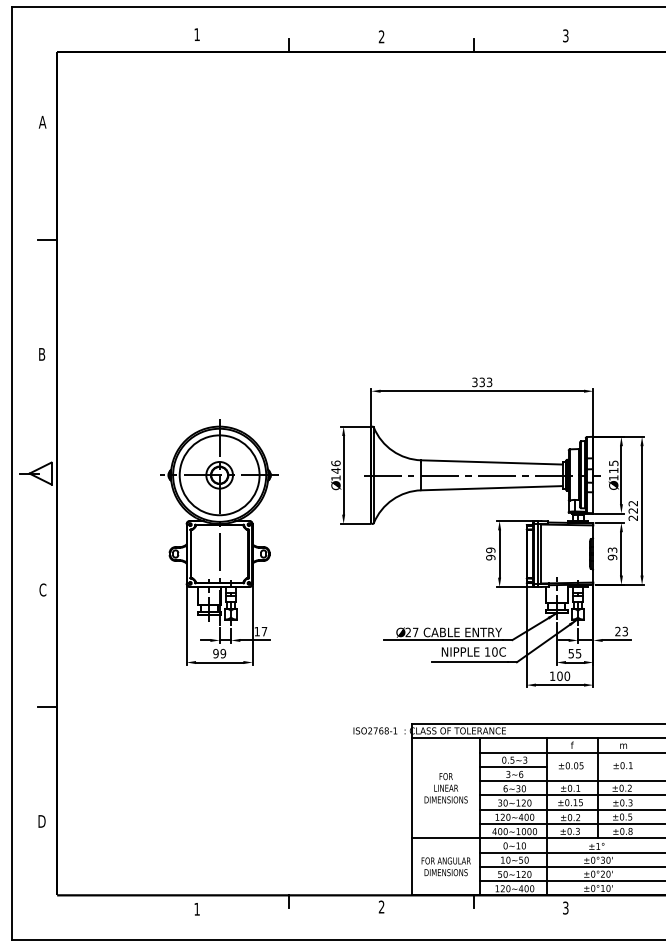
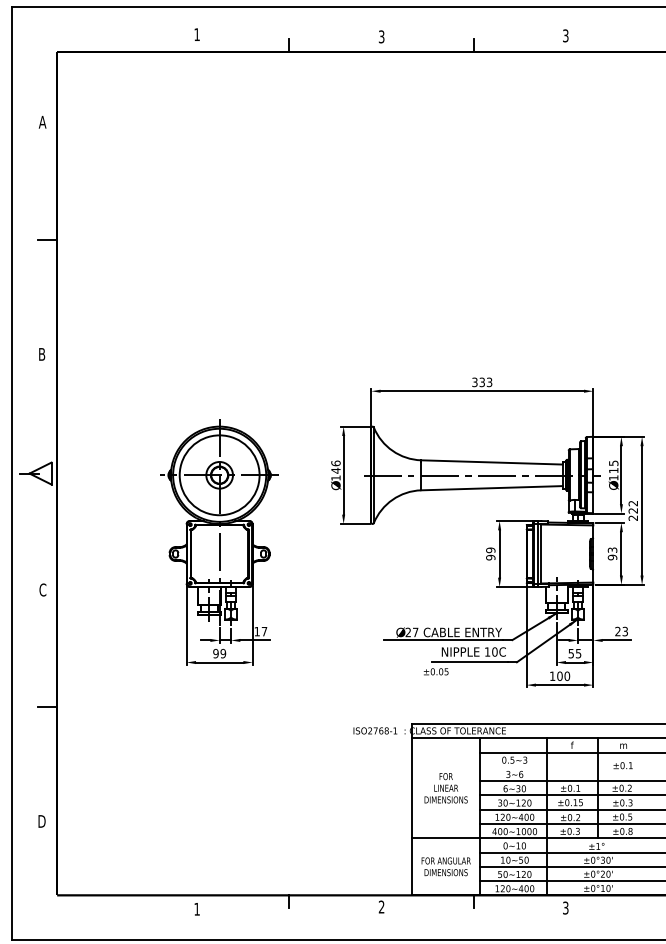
text at (381, 37): 2 -> 3
text at (570, 765) position: (570, 765) -> (435, 671)
line at (512, 766): present -> none
